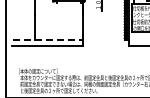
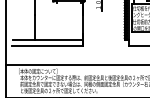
line at (48, 39): dashed -> solid
line at (76, 64): none -> present
